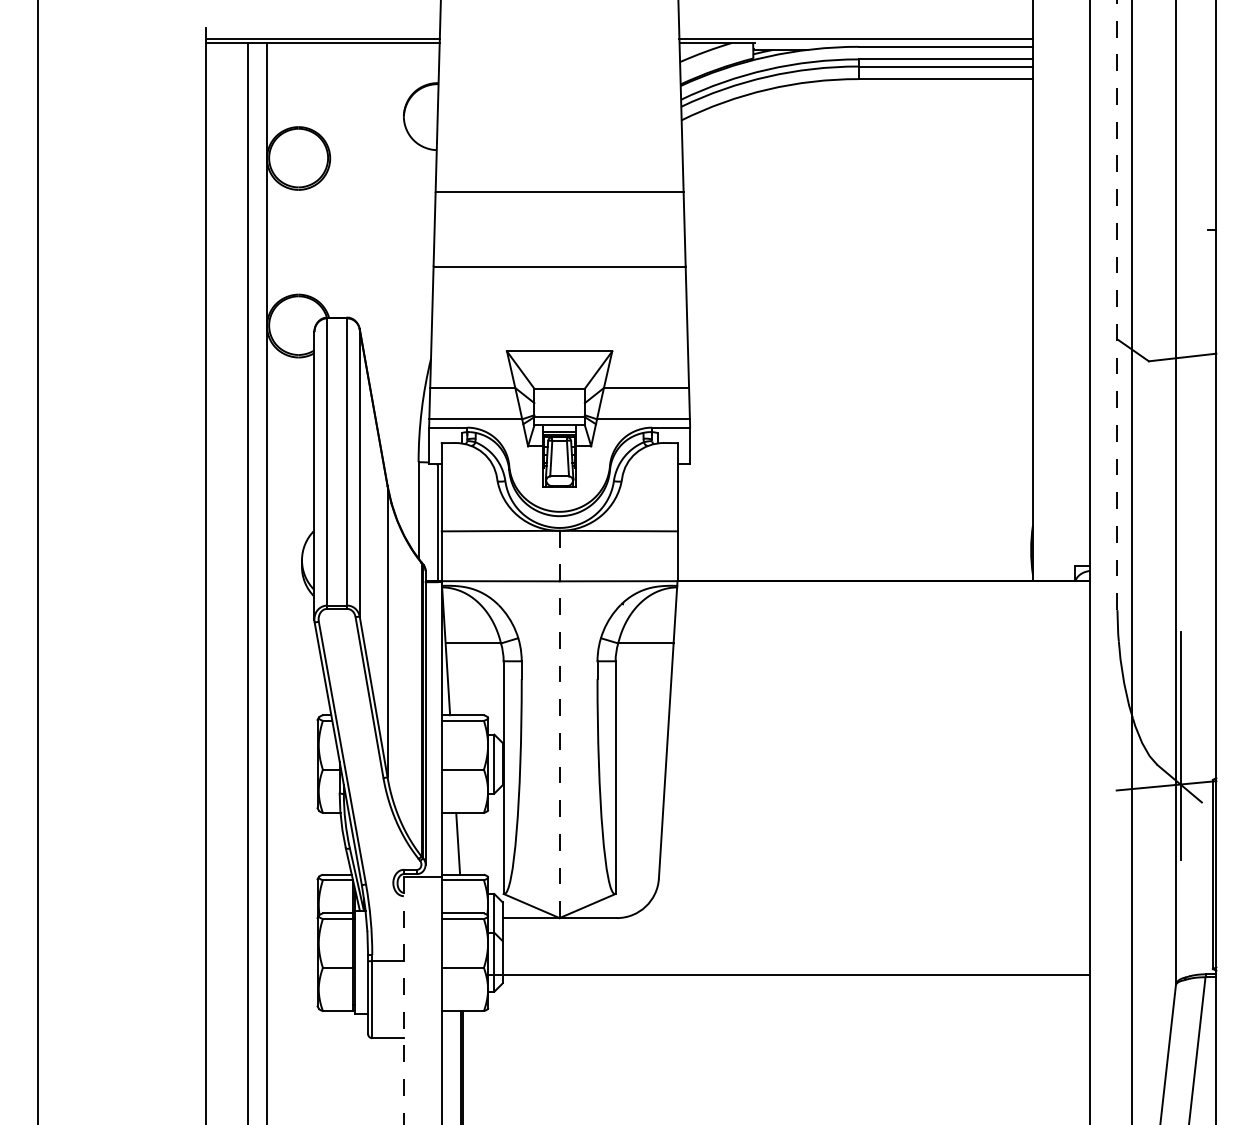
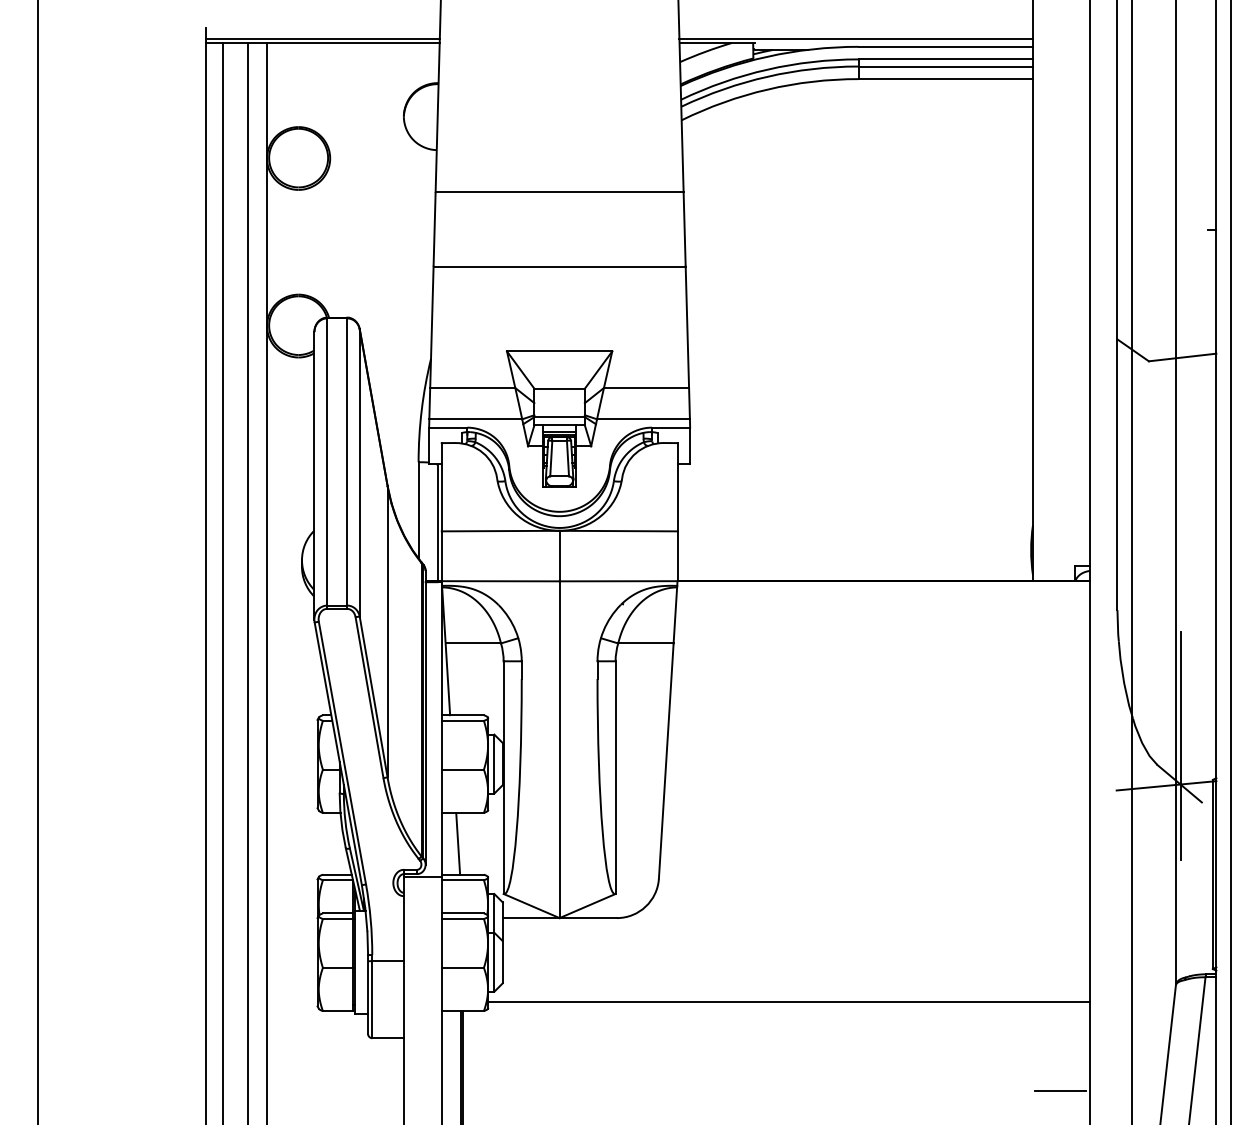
line at (1117, 305): dashed -> solid
line at (1231, 561): none -> present
line at (222, 582): none -> present
line at (559, 724): dashed -> solid
line at (789, 975) position: (789, 975) -> (789, 1002)
line at (403, 999): dashed -> solid
line at (1060, 1091): none -> present
